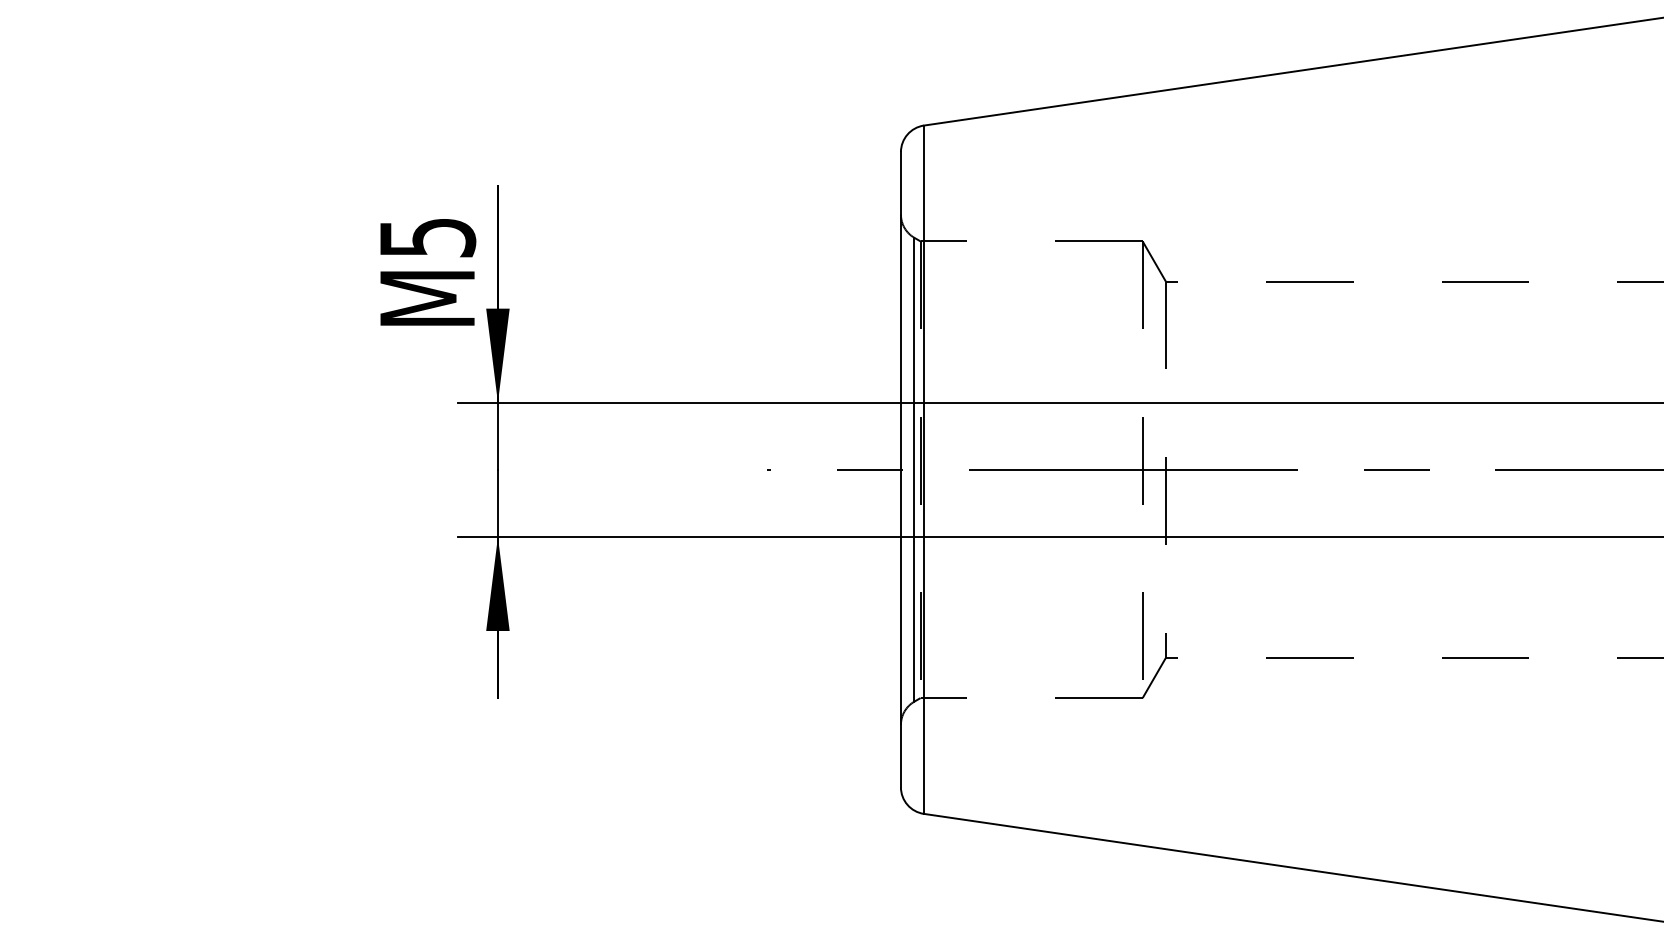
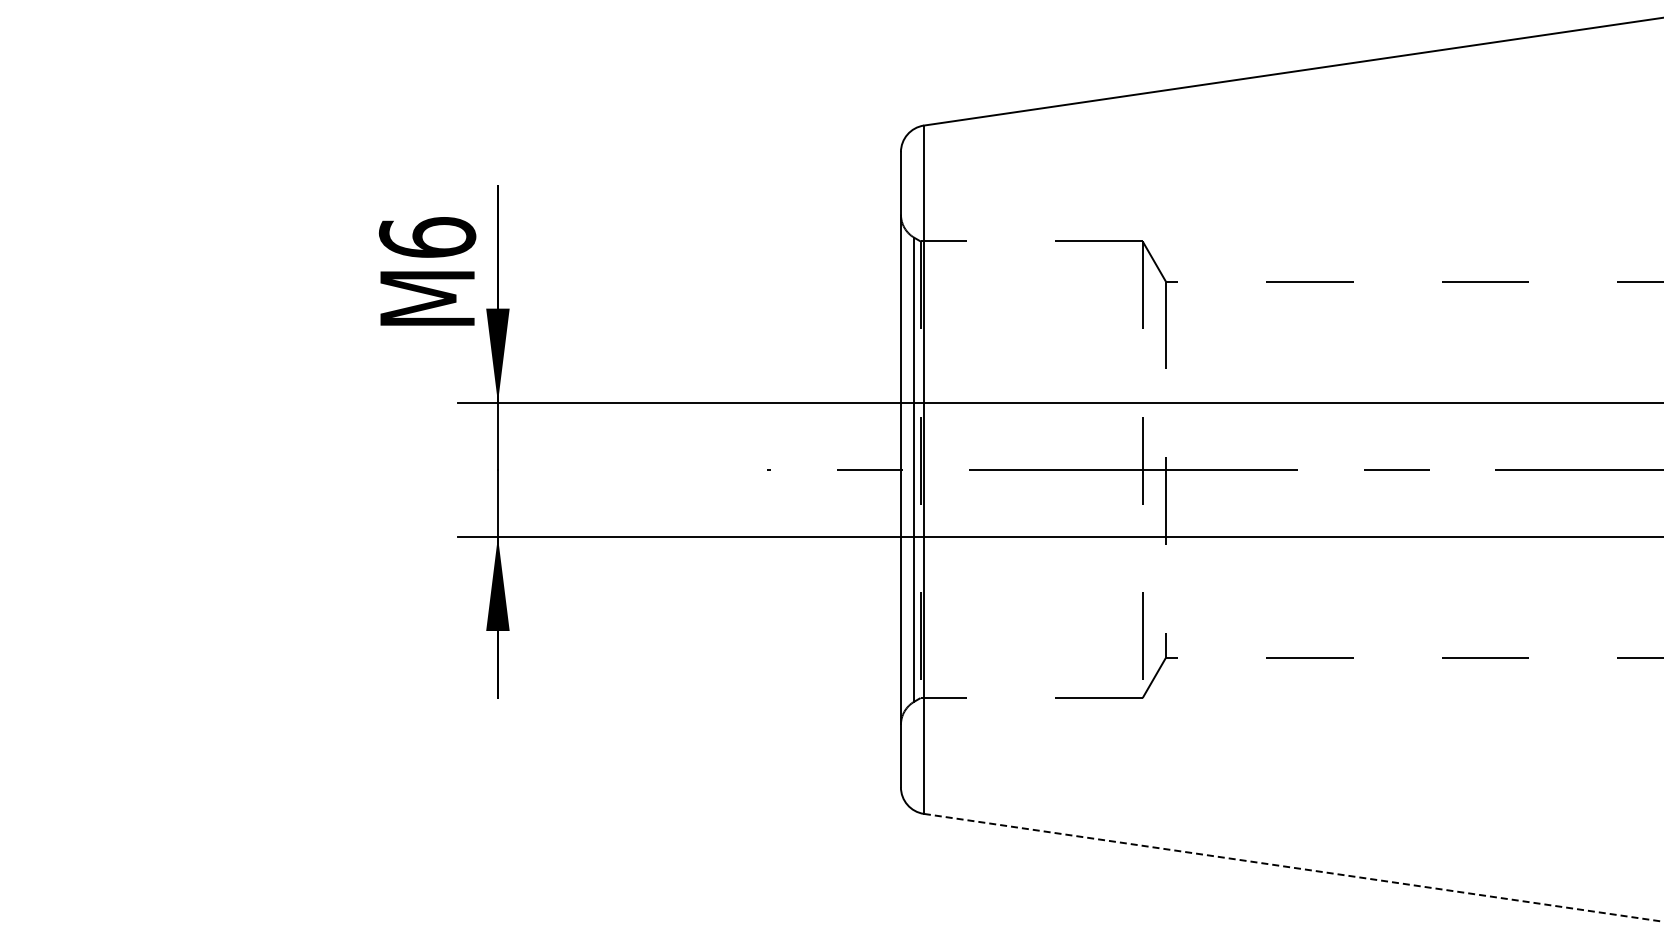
text at (427, 237): M5 -> M6
line at (1293, 867): solid -> dashed
